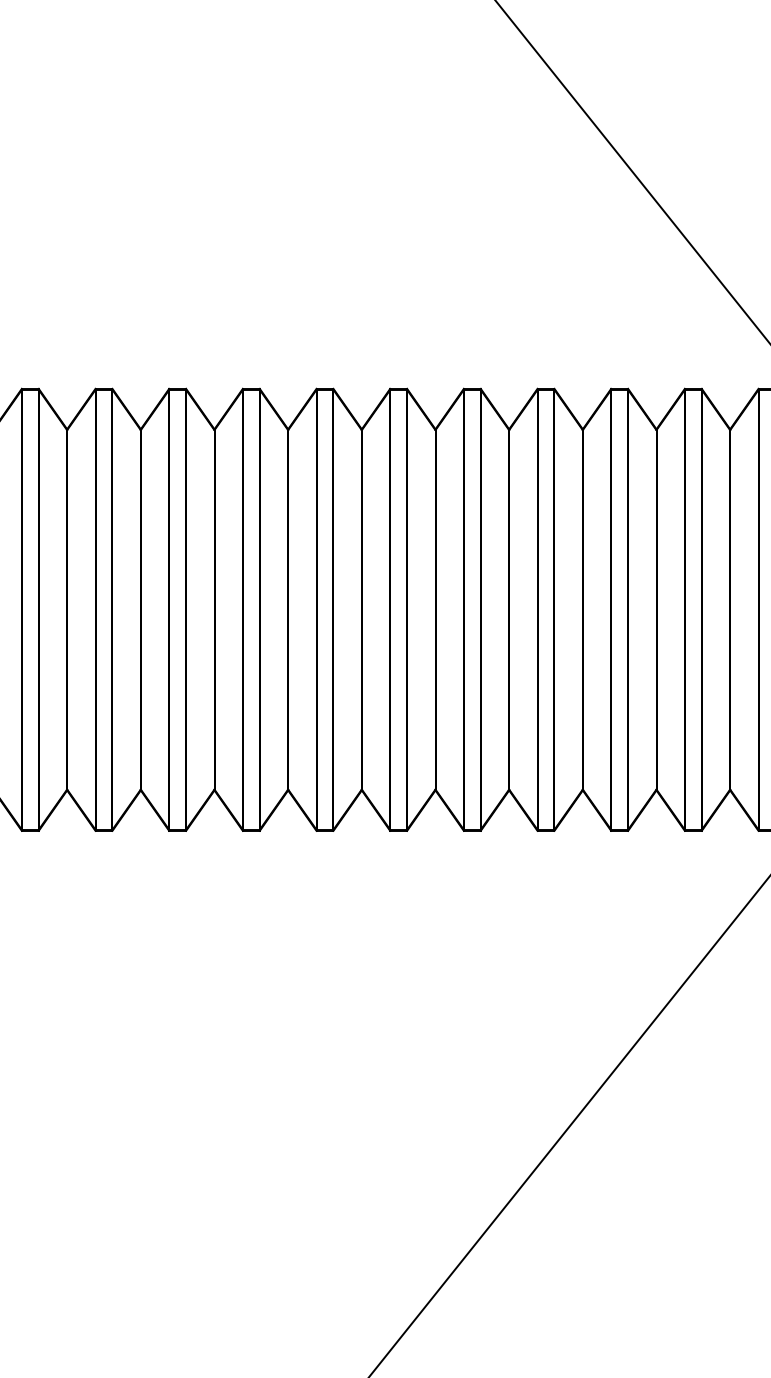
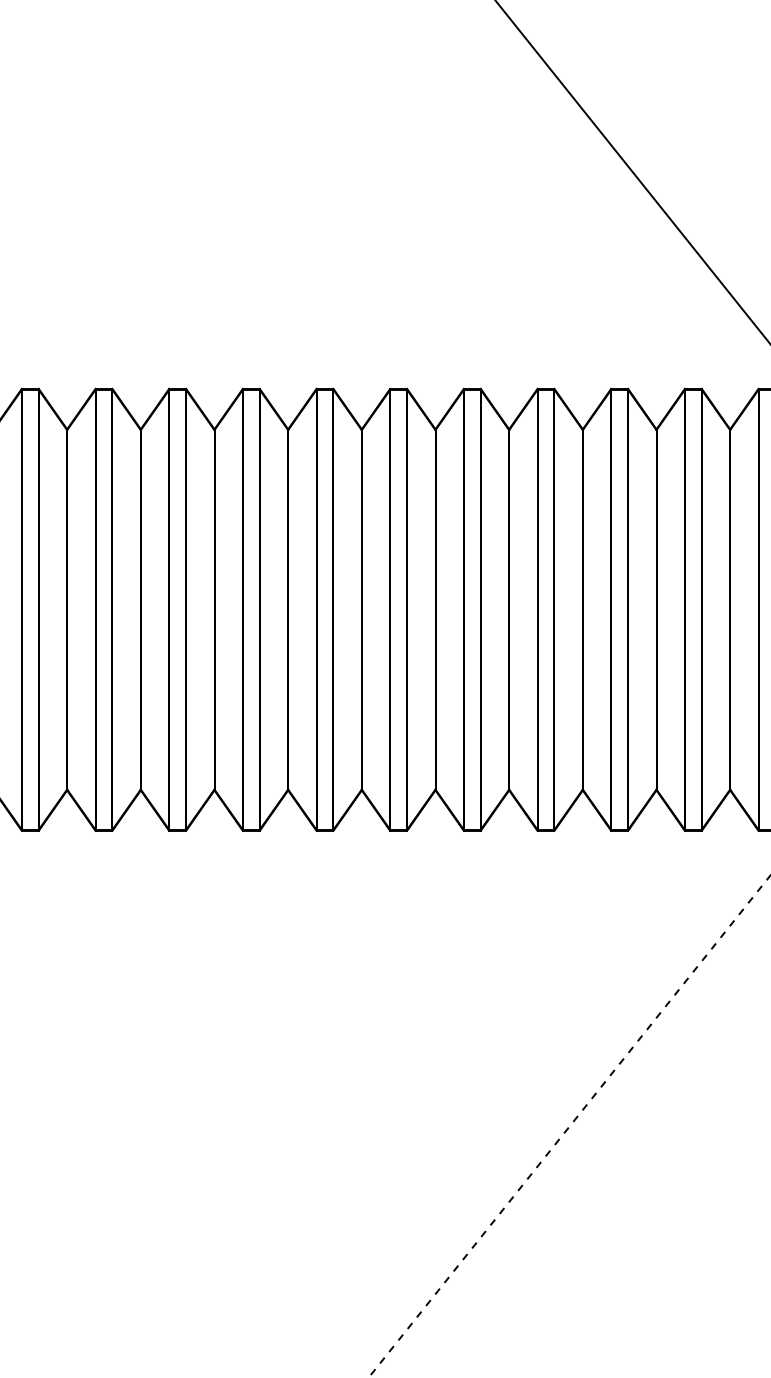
line at (569, 1126): solid -> dashed
